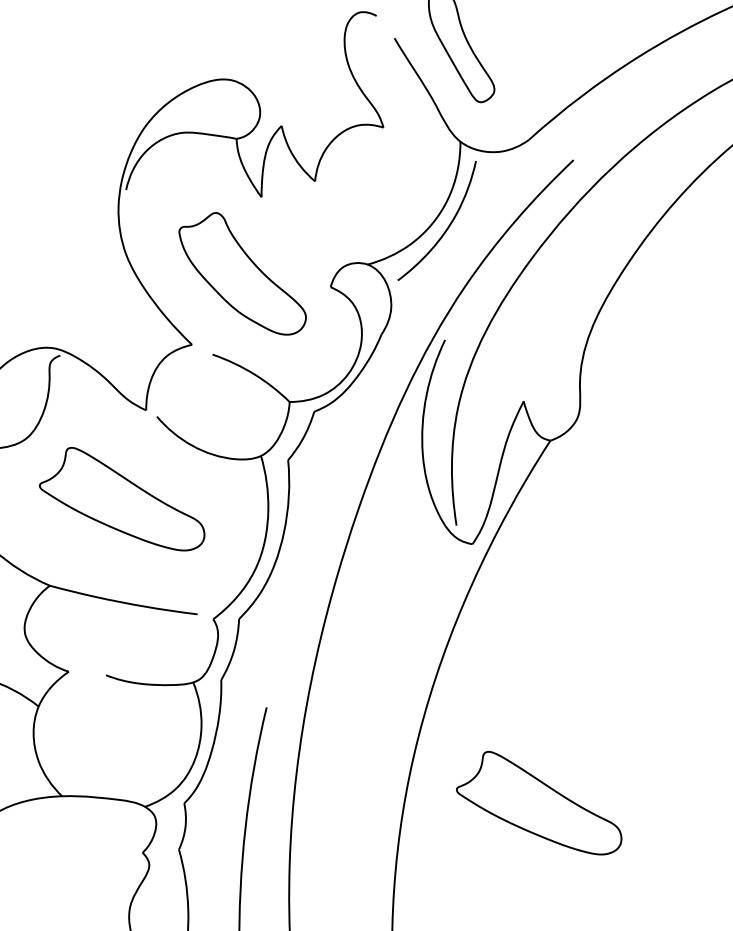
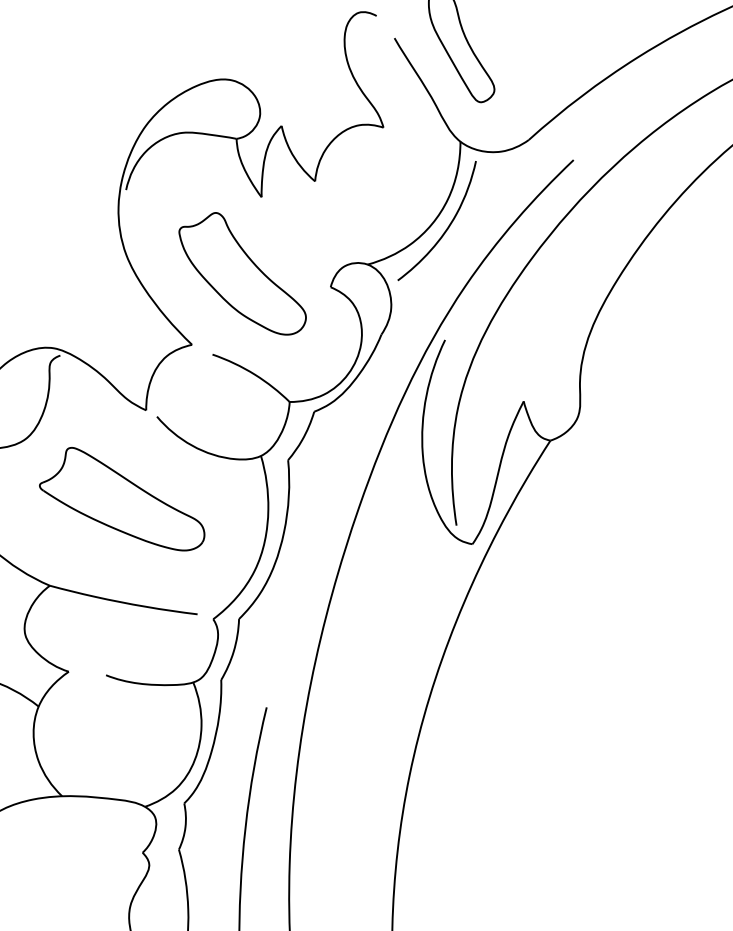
part at (539, 803): present -> none
